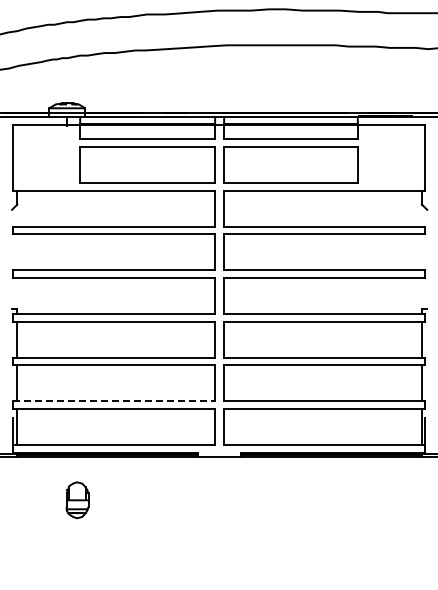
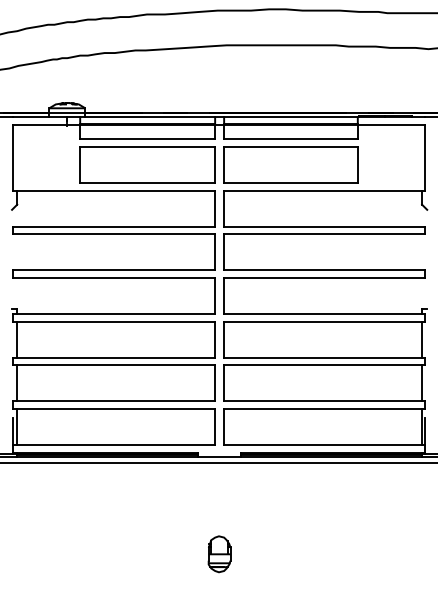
line at (114, 401): dashed -> solid
line at (218, 463): none -> present
part at (77, 500) position: (77, 500) -> (219, 554)
